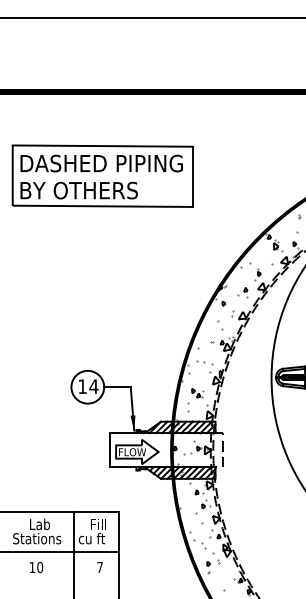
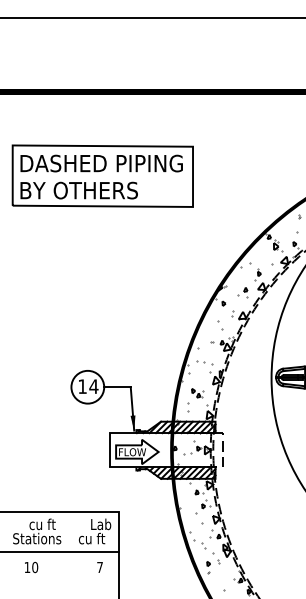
text at (42, 524): Lab -> cu ft
text at (101, 524): Fill -> Lab
line at (73, 553): present -> none
text at (36, 567) position: (36, 567) -> (31, 567)
